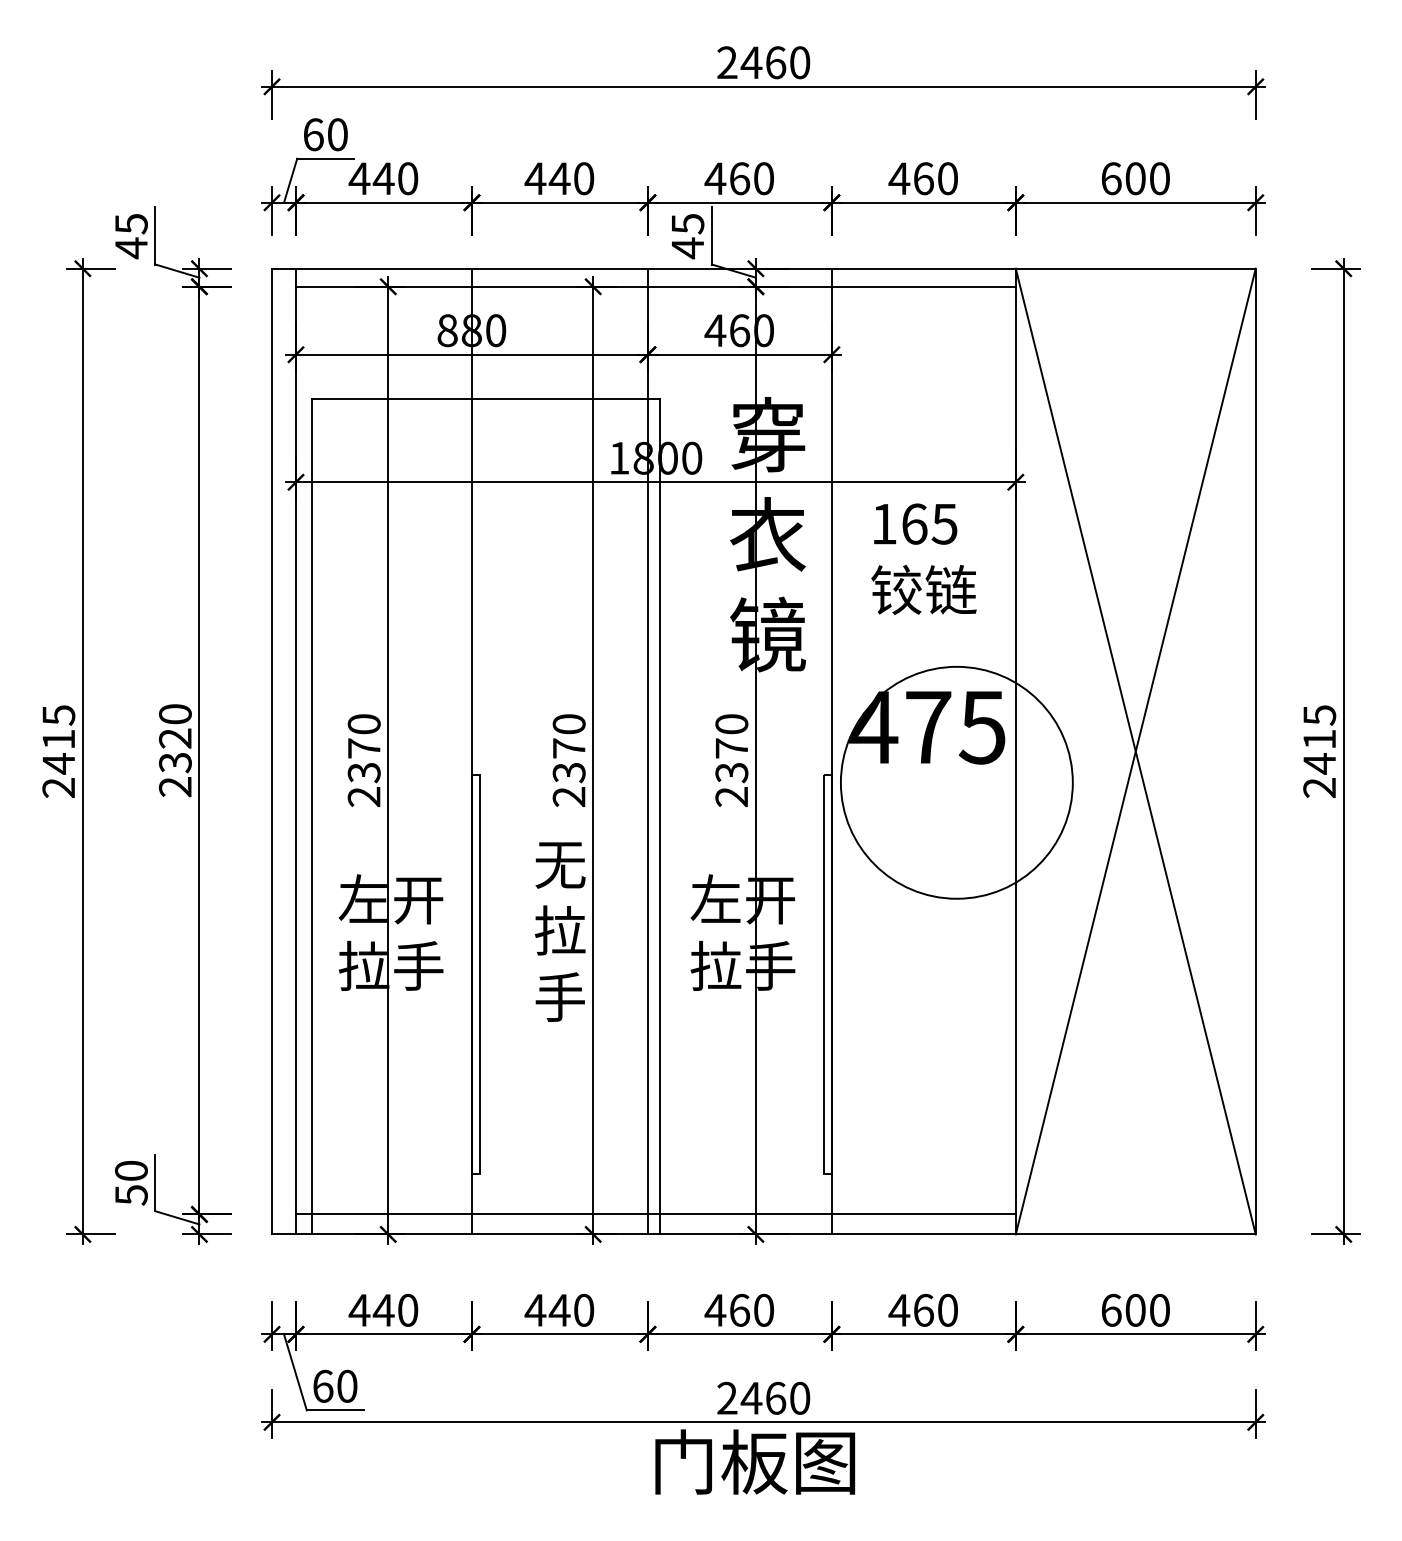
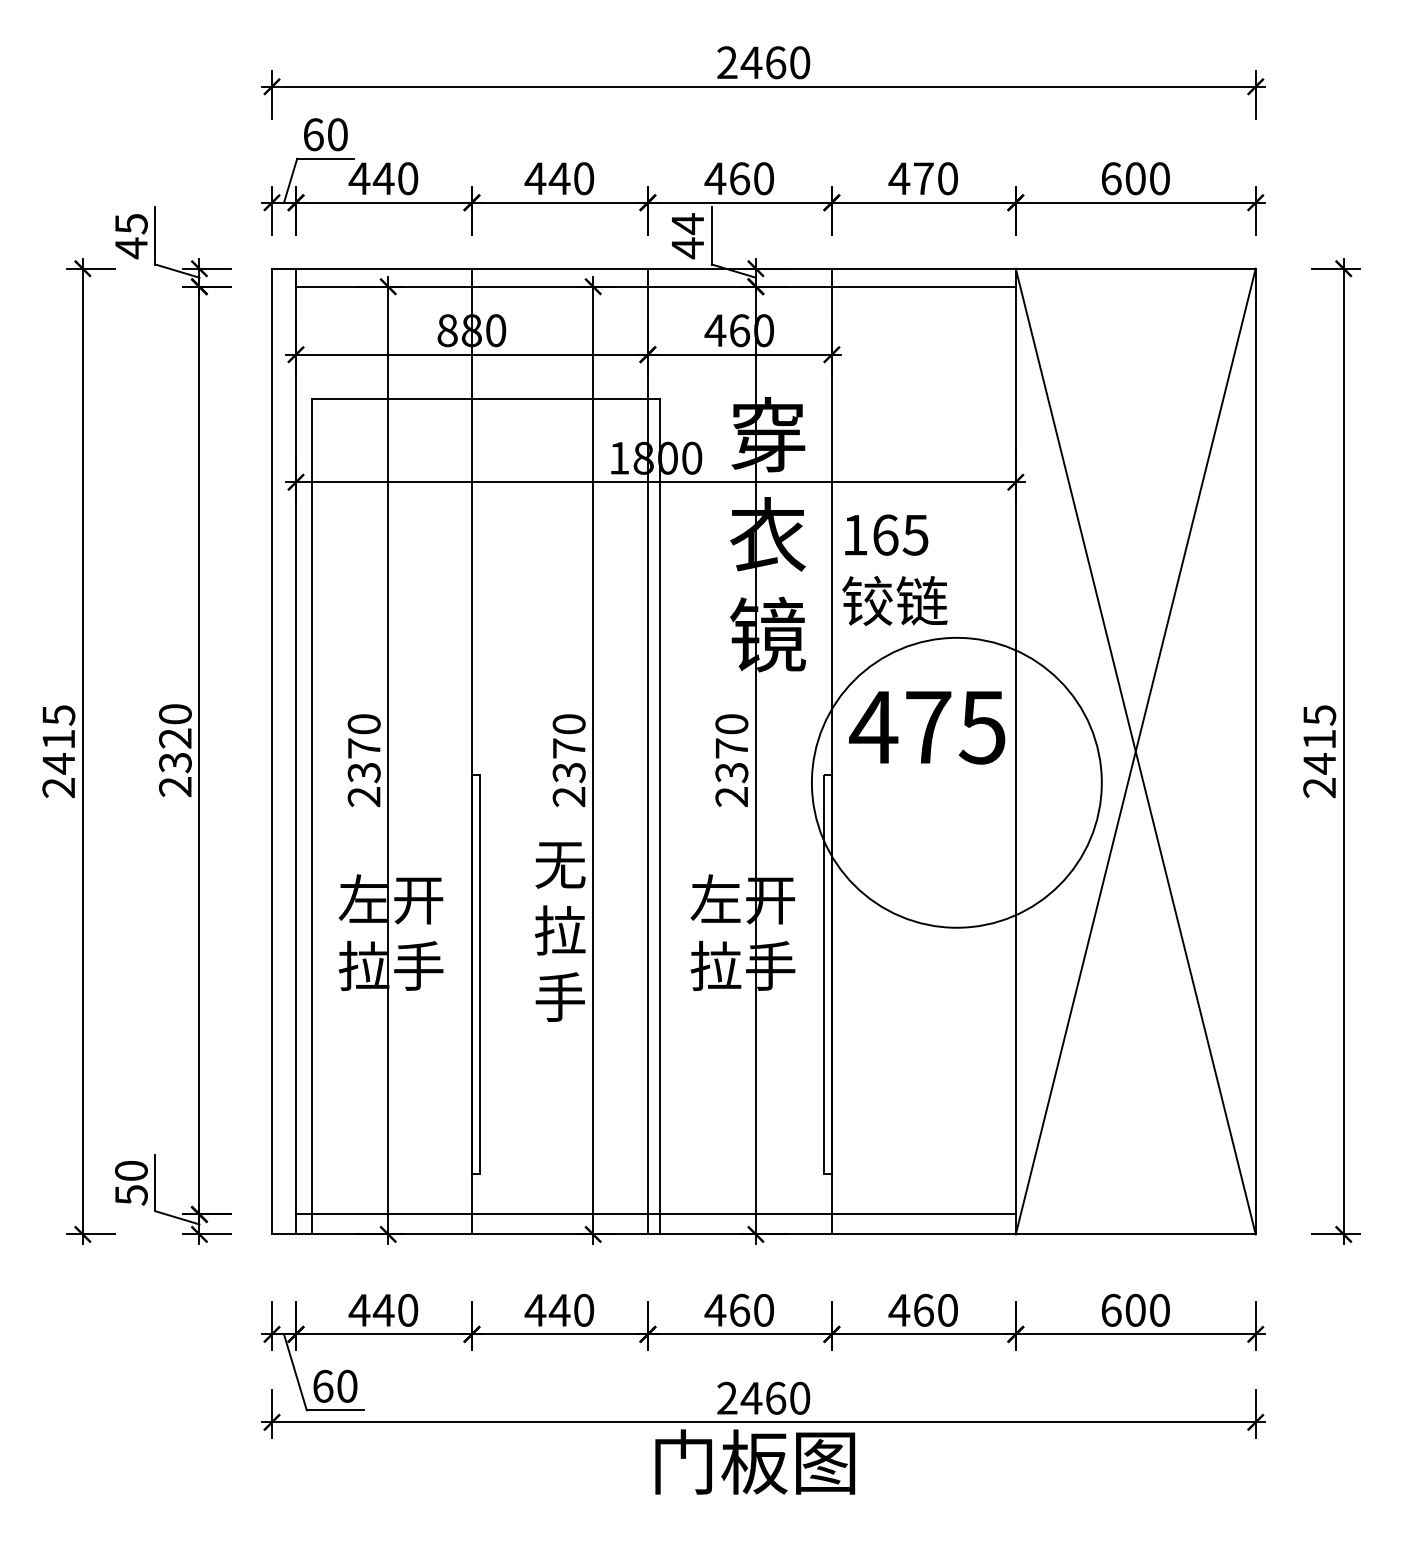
text at (923, 178): 460 -> 470
text at (688, 224): 45 -> 44
text at (923, 558) position: (923, 558) -> (894, 569)
circle at (956, 782) diameter: 232 px -> 290 px
